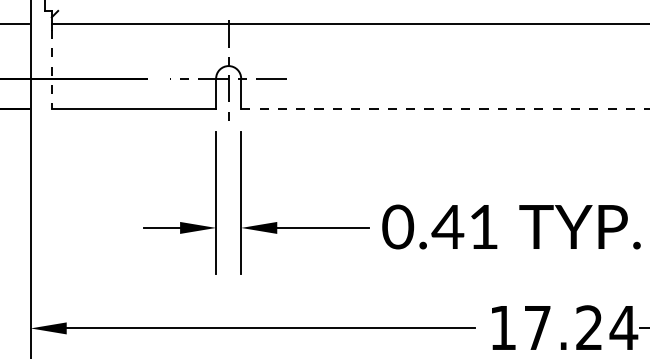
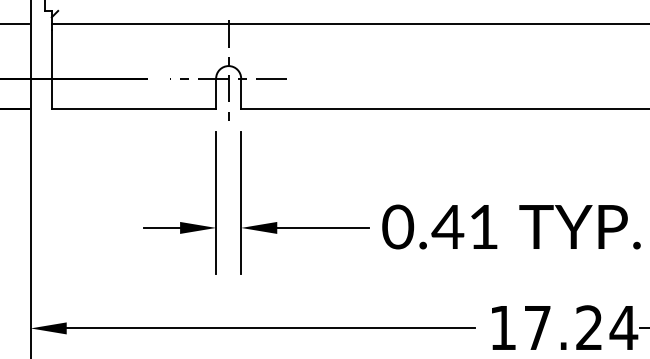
line at (51, 69): dashed -> solid
line at (446, 109): dashed -> solid
